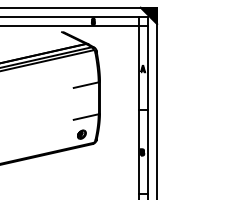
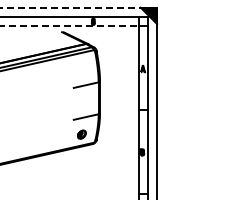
line at (79, 7): solid -> dashed
line at (69, 25): solid -> dashed
